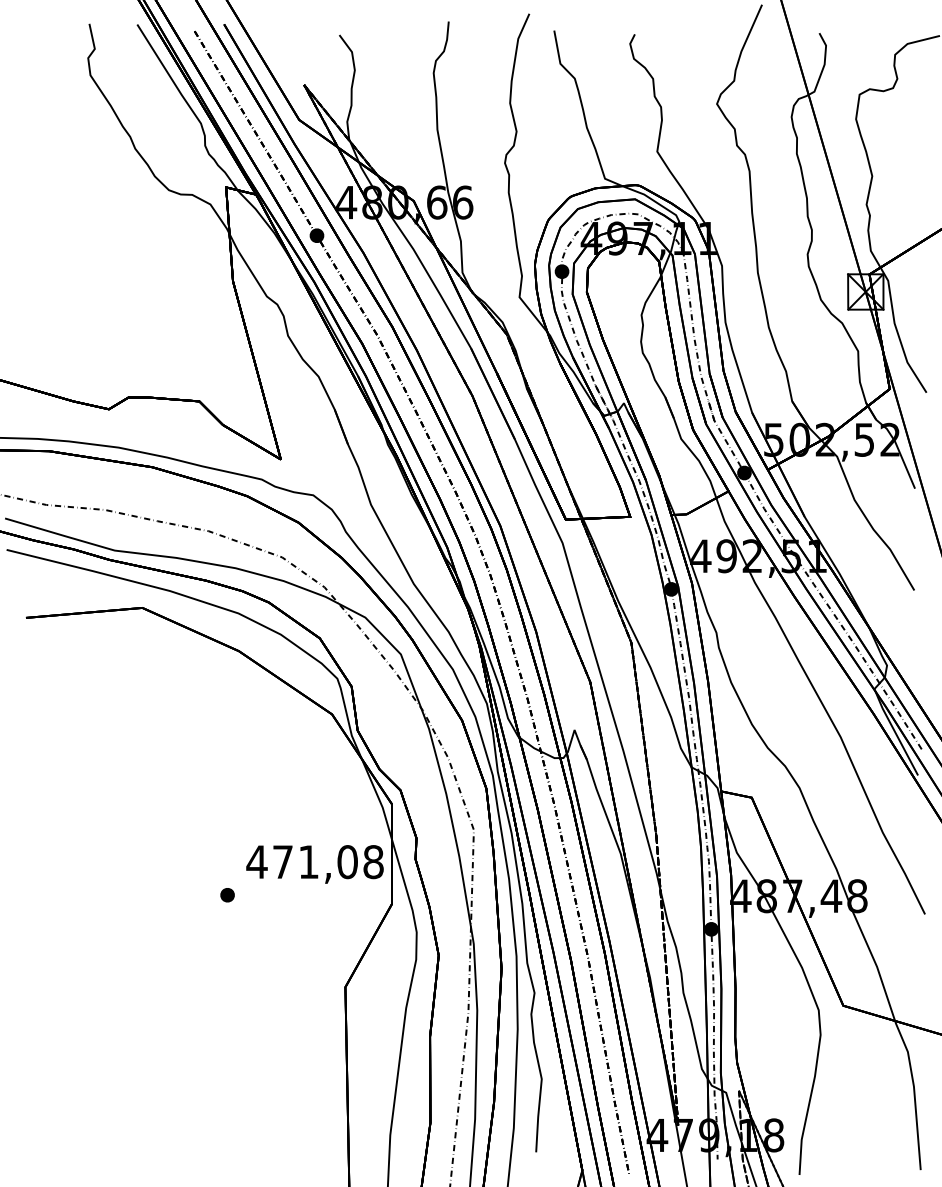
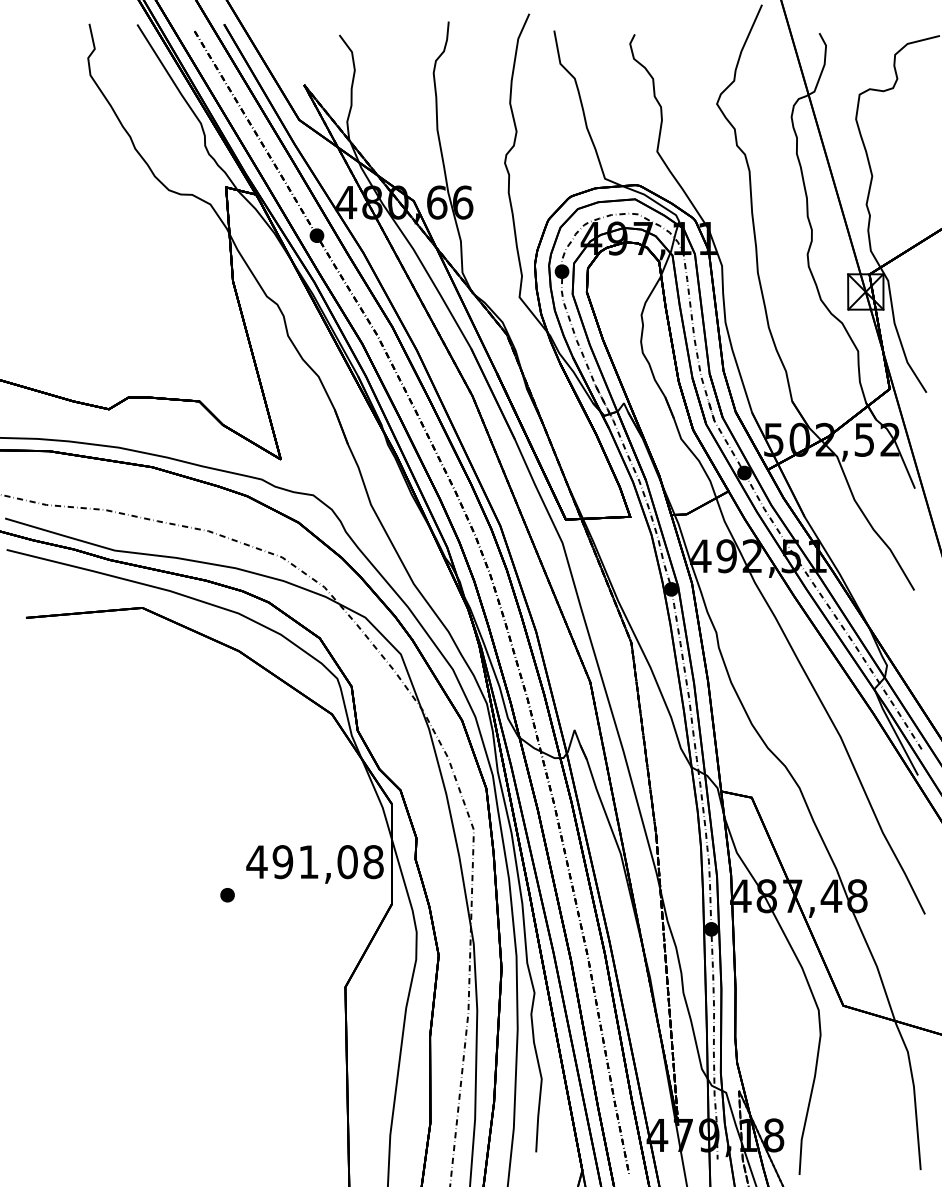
text at (282, 862): 471,08 -> 491,08
